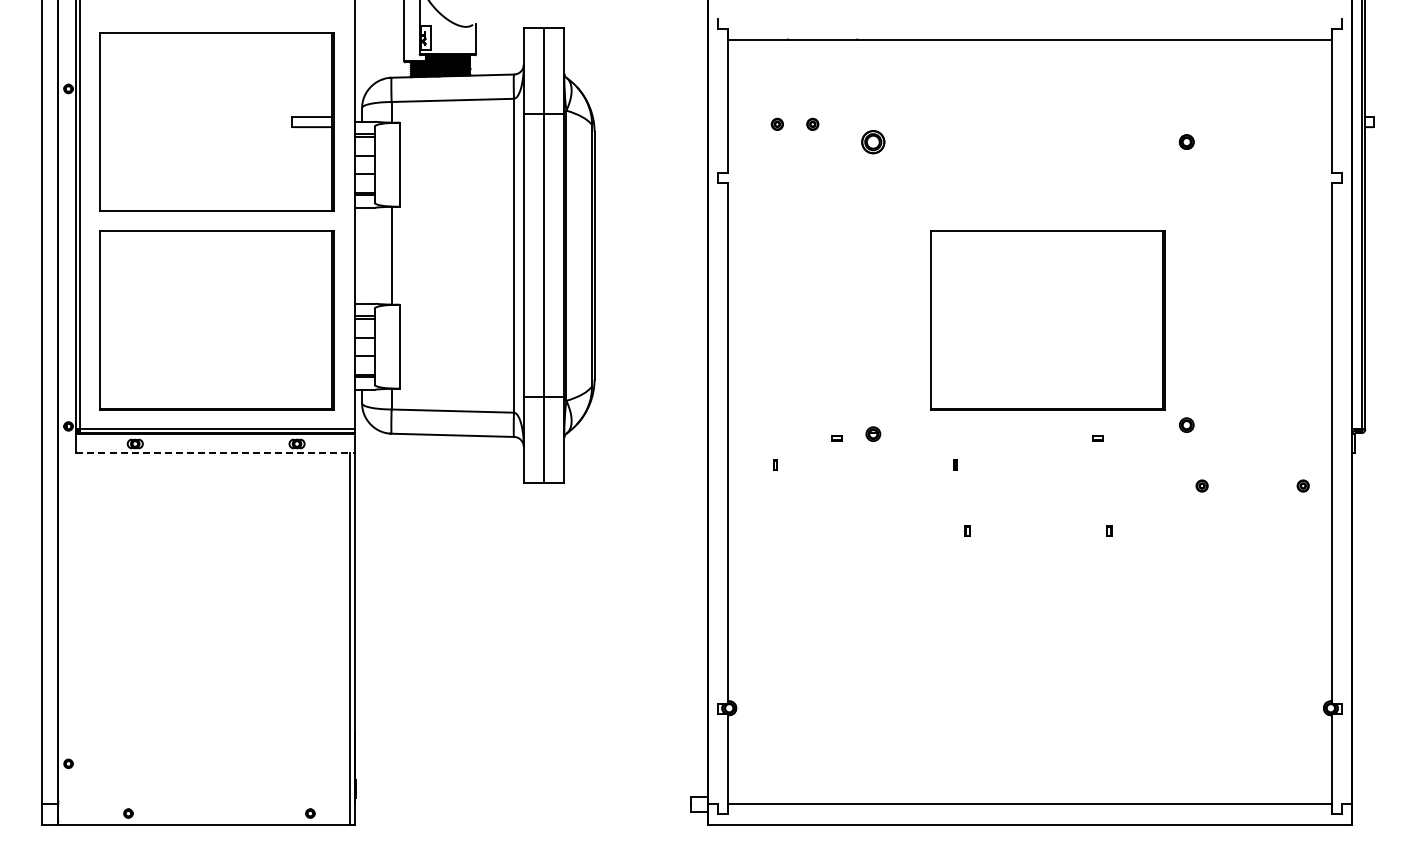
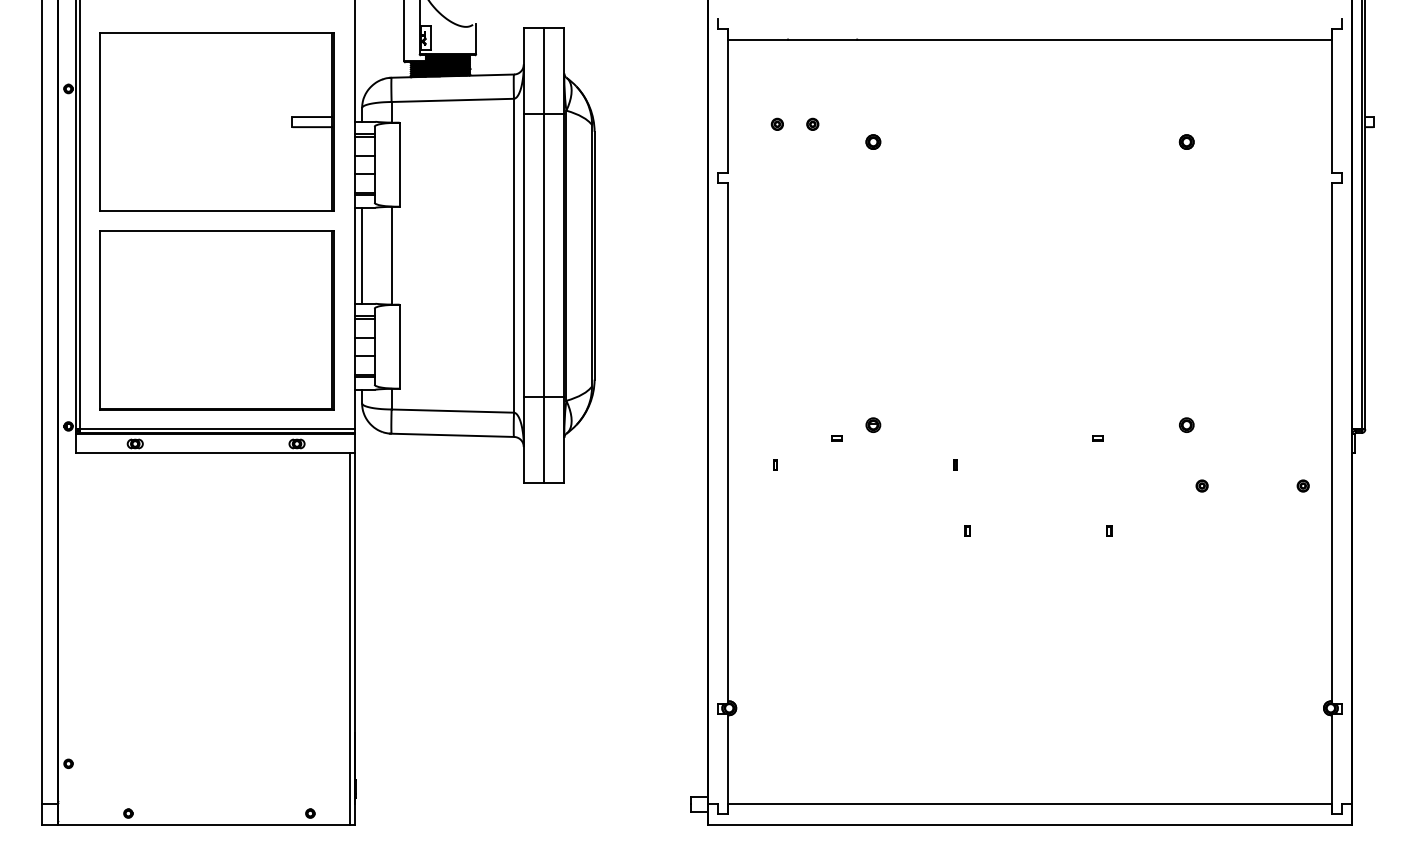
part at (873, 142) size: 25x25 px -> 17x16 px
line at (362, 255): none -> present
part at (1047, 320): present -> none
part at (873, 433) position: (873, 433) -> (873, 424)
line at (215, 453): dashed -> solid
